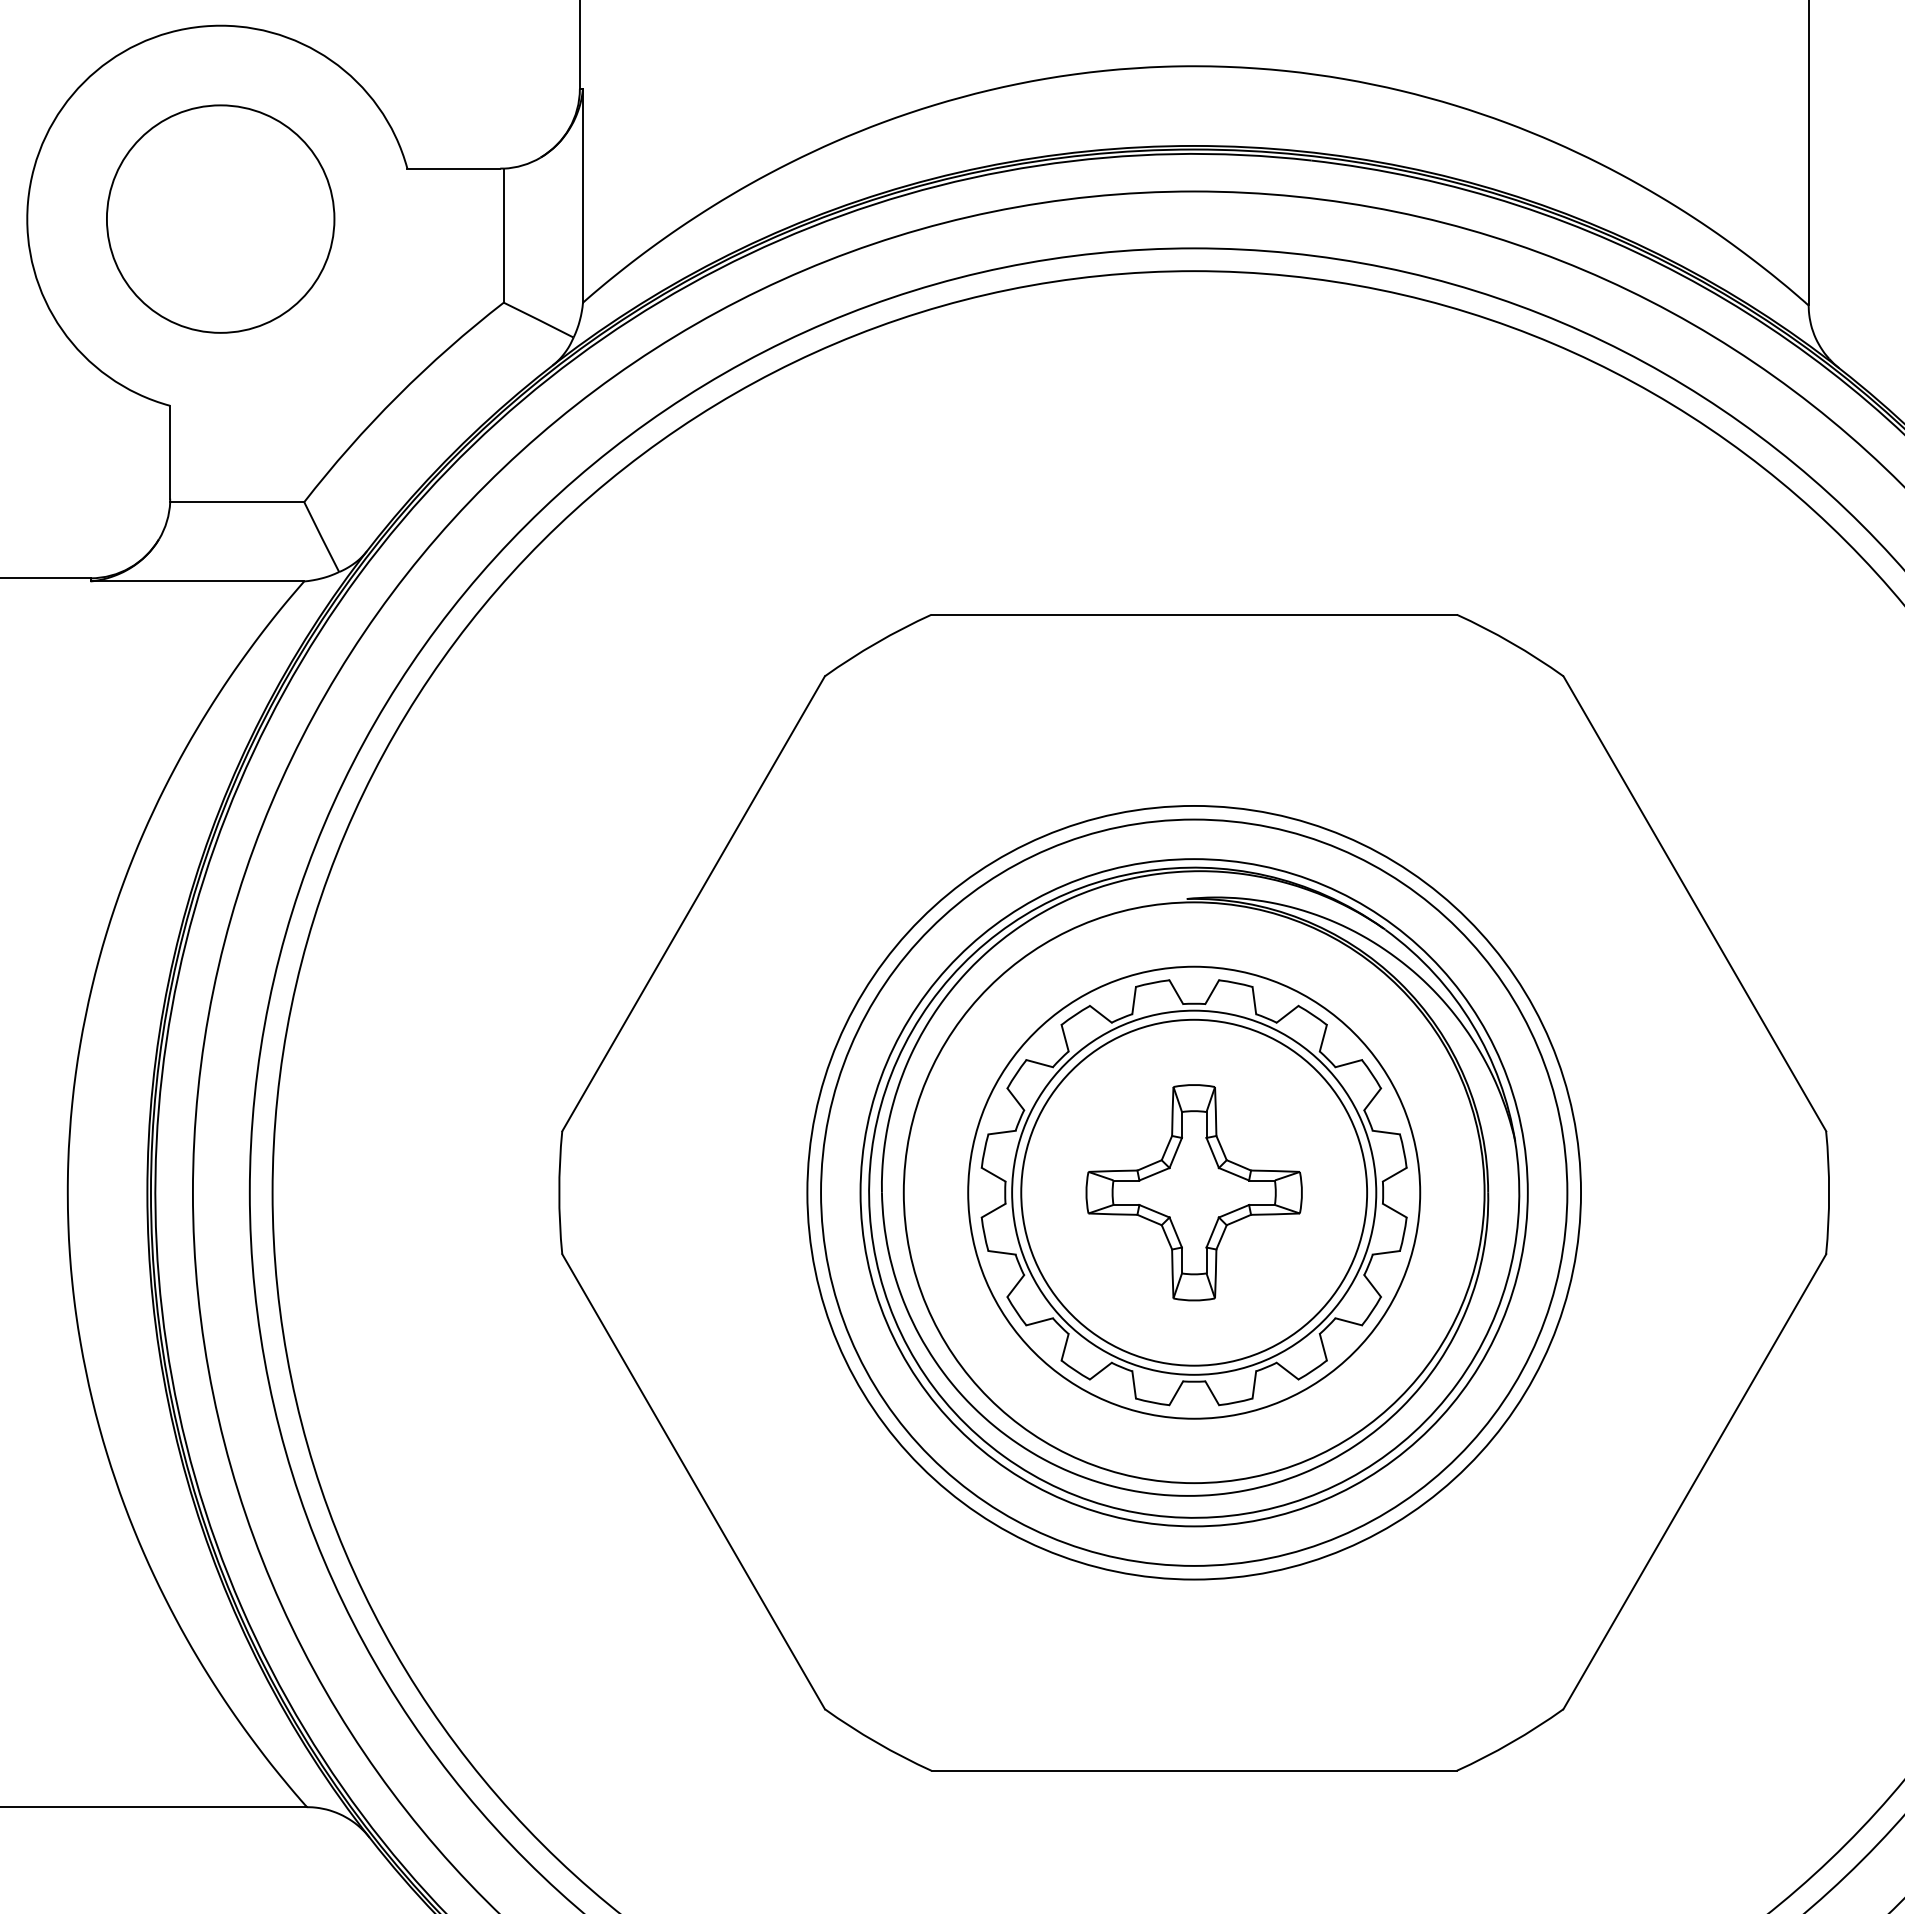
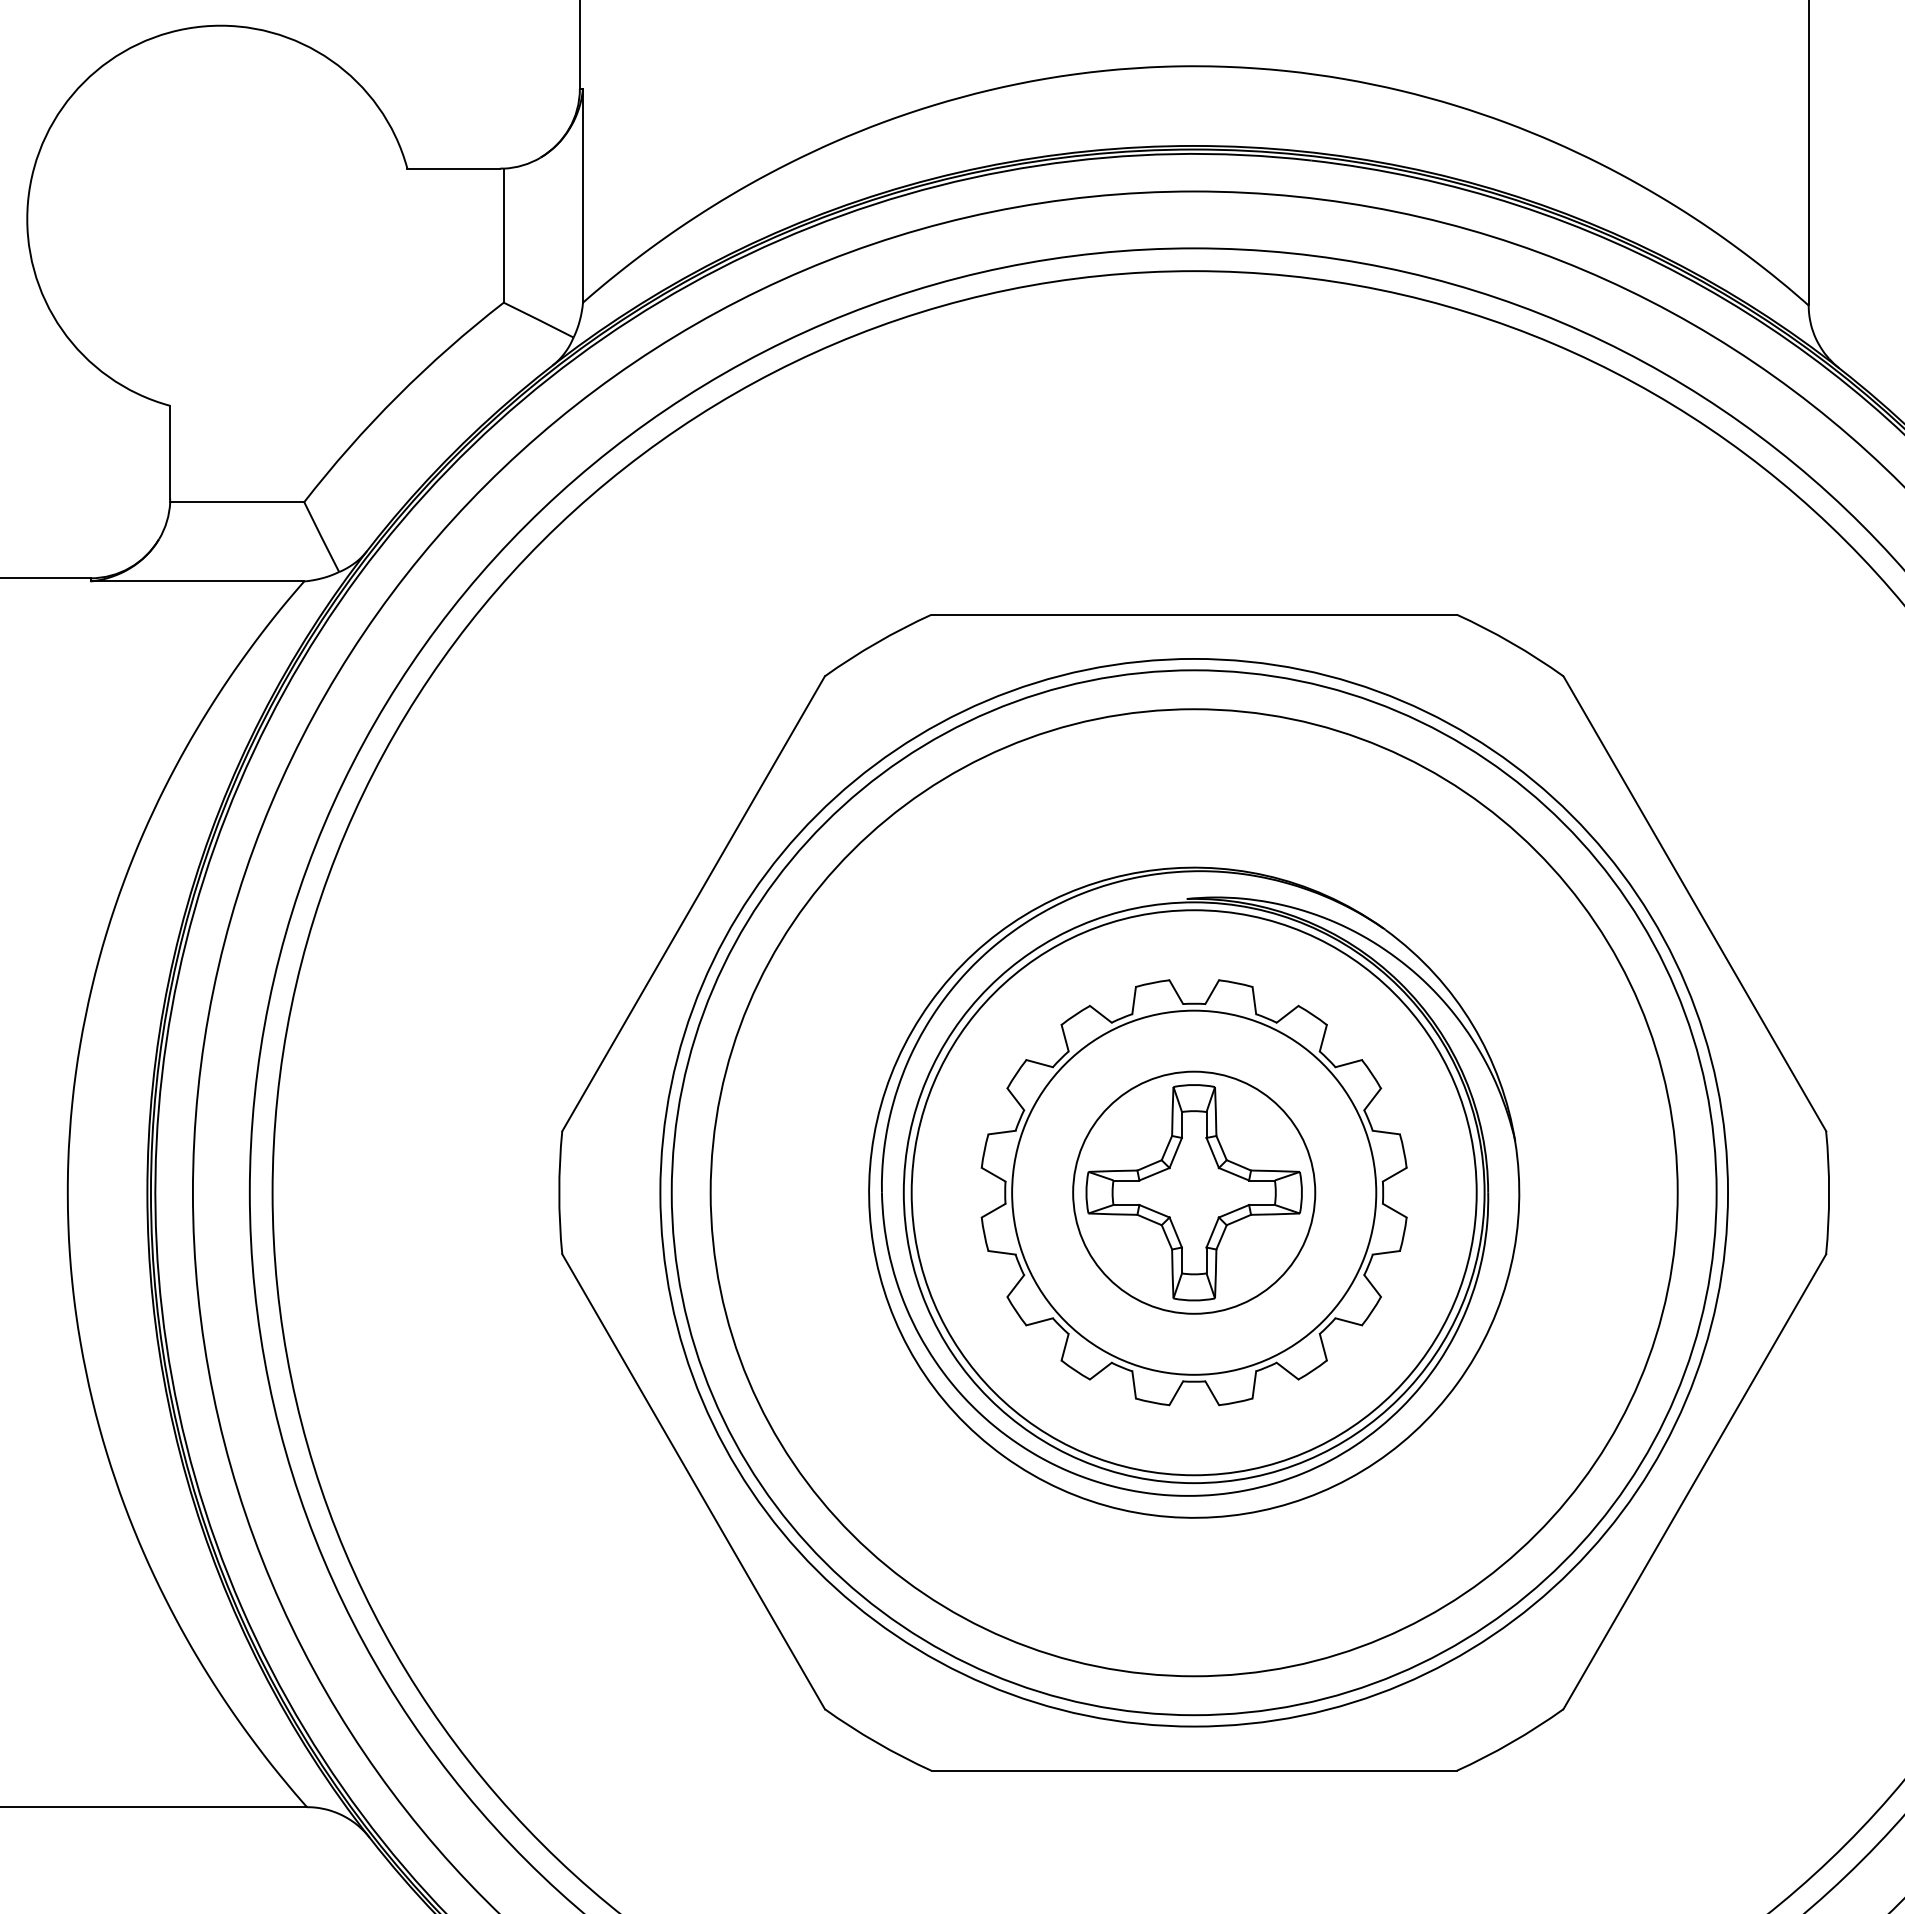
circle at (220, 218): present -> none
circle at (1193, 1192) diameter: 667 px -> 1068 px
circle at (1194, 1192) diameter: 346 px -> 242 px
circle at (1194, 1192) diameter: 452 px -> 565 px
circle at (1194, 1192) diameter: 746 px -> 1045 px
circle at (1194, 1192) diameter: 774 px -> 967 px
